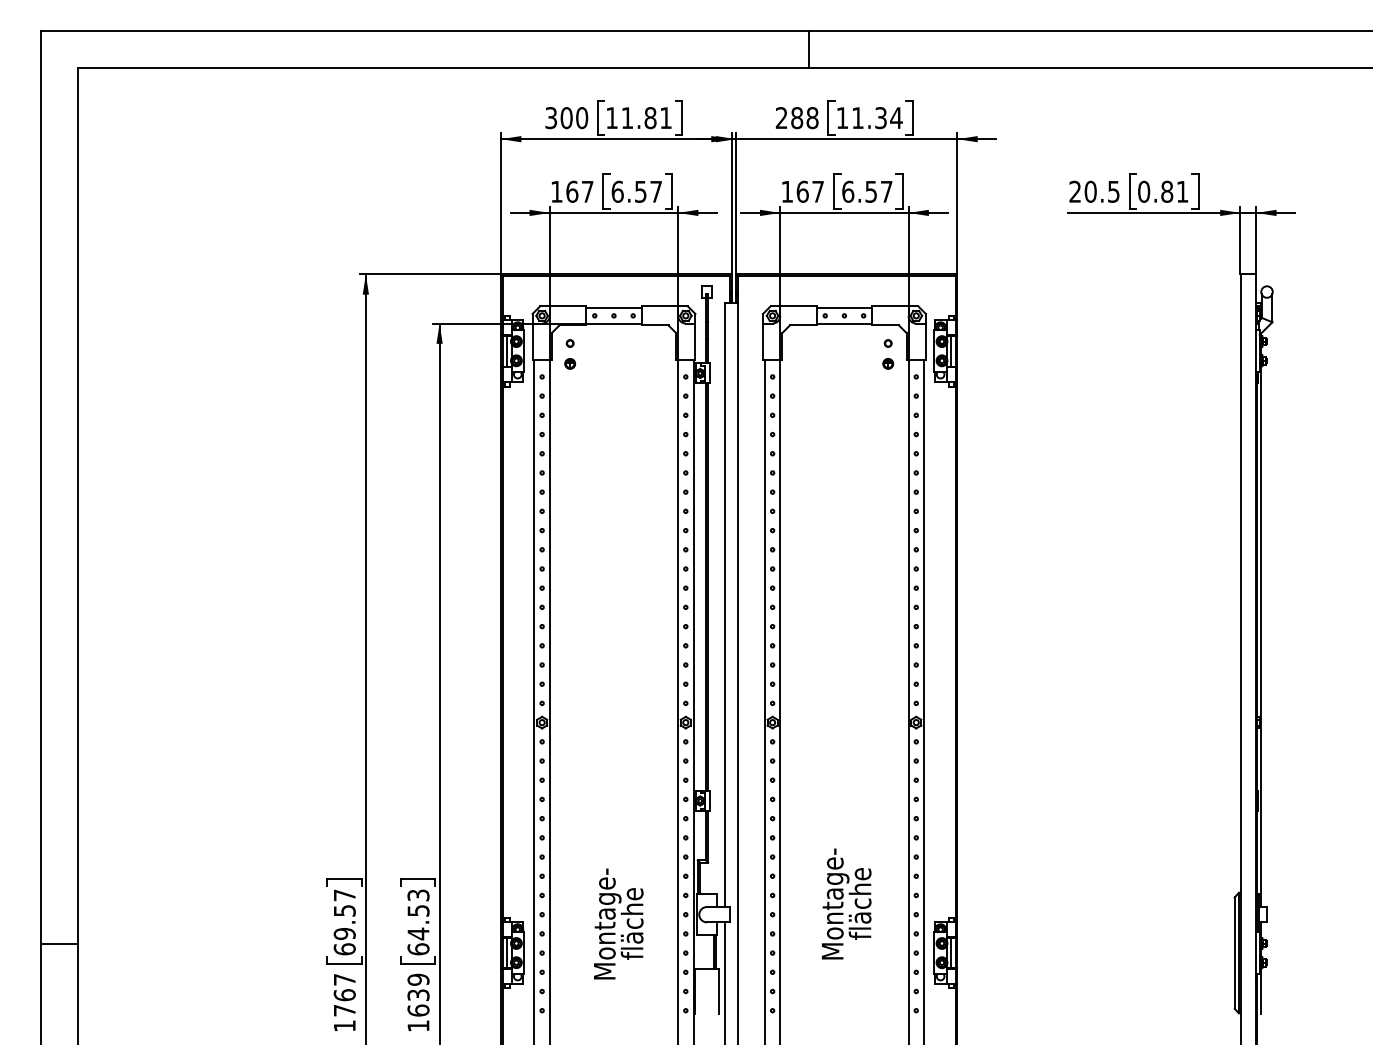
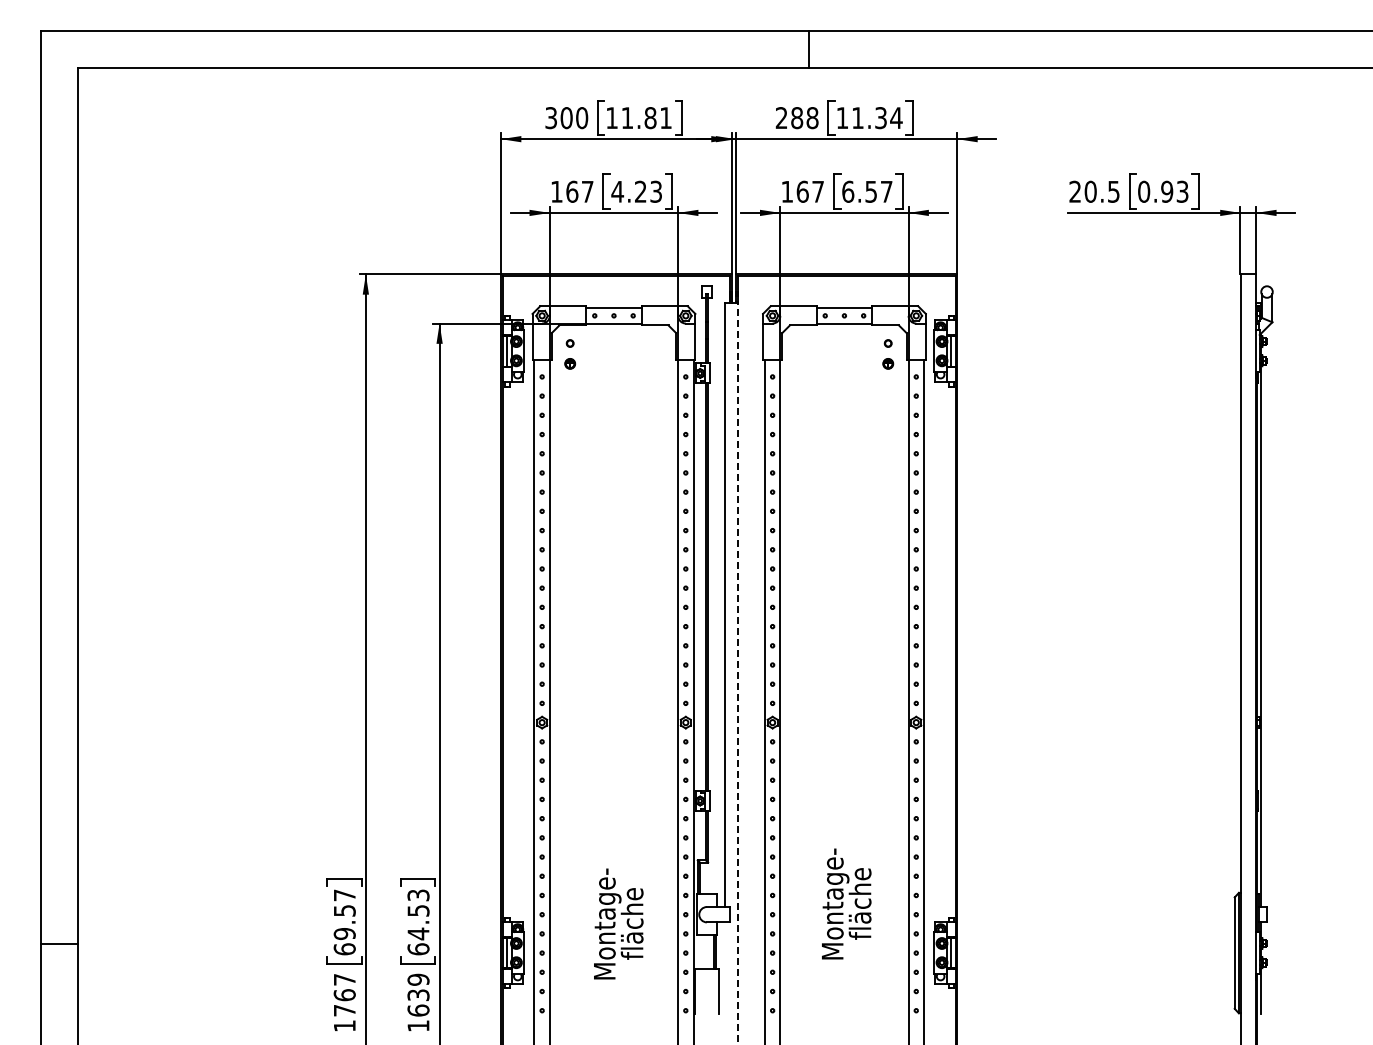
text at (636, 191): 6.57 -> 4.23
text at (1174, 191): 0.81 -> 0.93
line at (737, 673): solid -> dashed
line at (724, 981): present -> none
